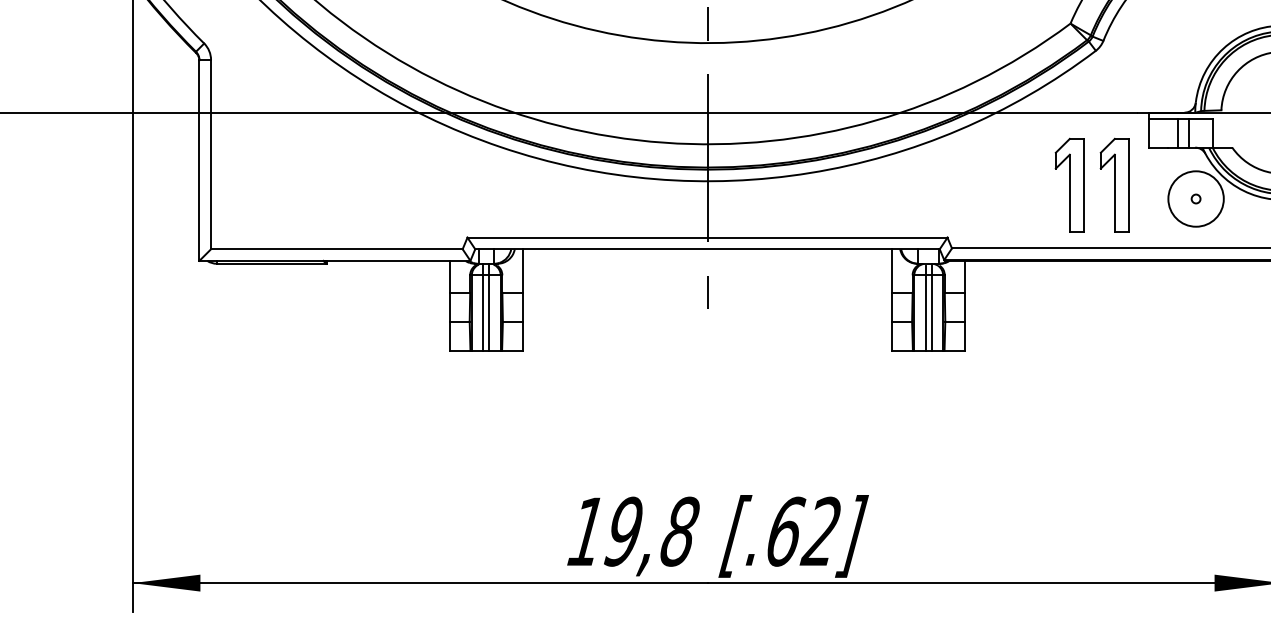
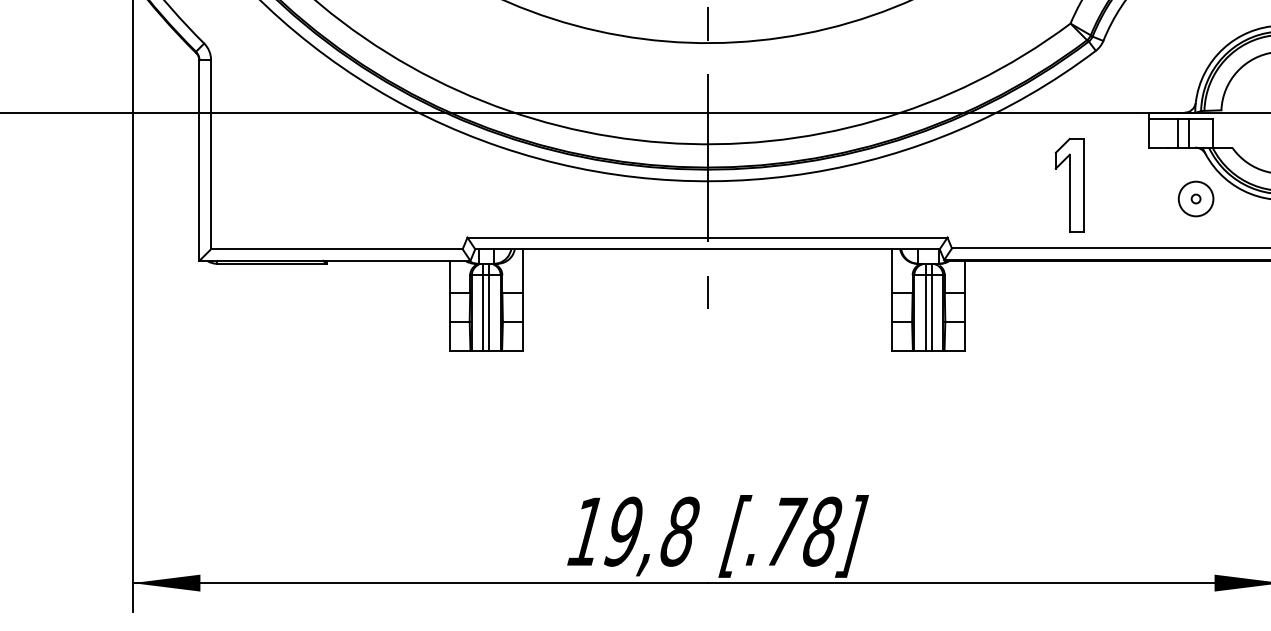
part at (1114, 184): present -> none
circle at (1195, 198) diameter: 55 px -> 35 px
text at (804, 531): [.62] -> [.78]
